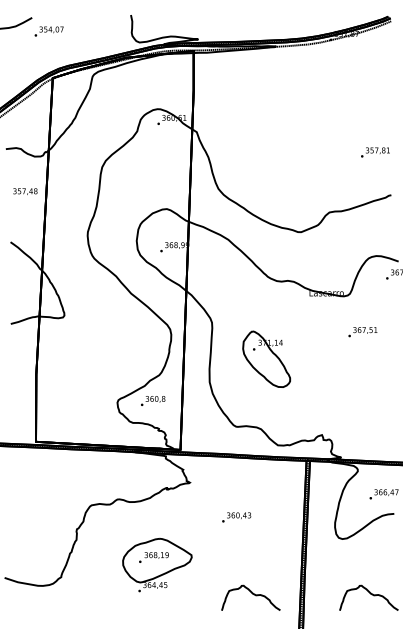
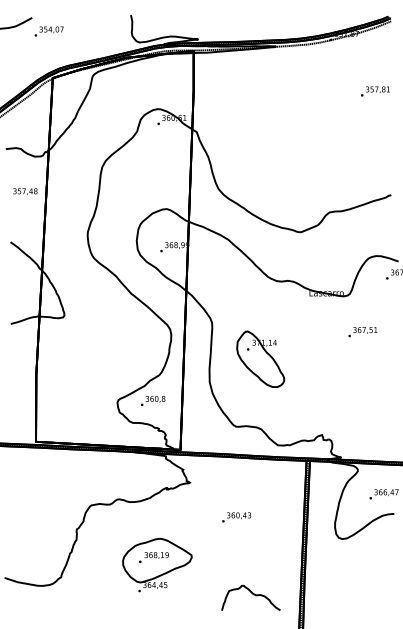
text at (375, 152) position: (375, 152) -> (375, 91)
part at (266, 358) position: (266, 358) -> (260, 358)
curve at (370, 594): present -> none
